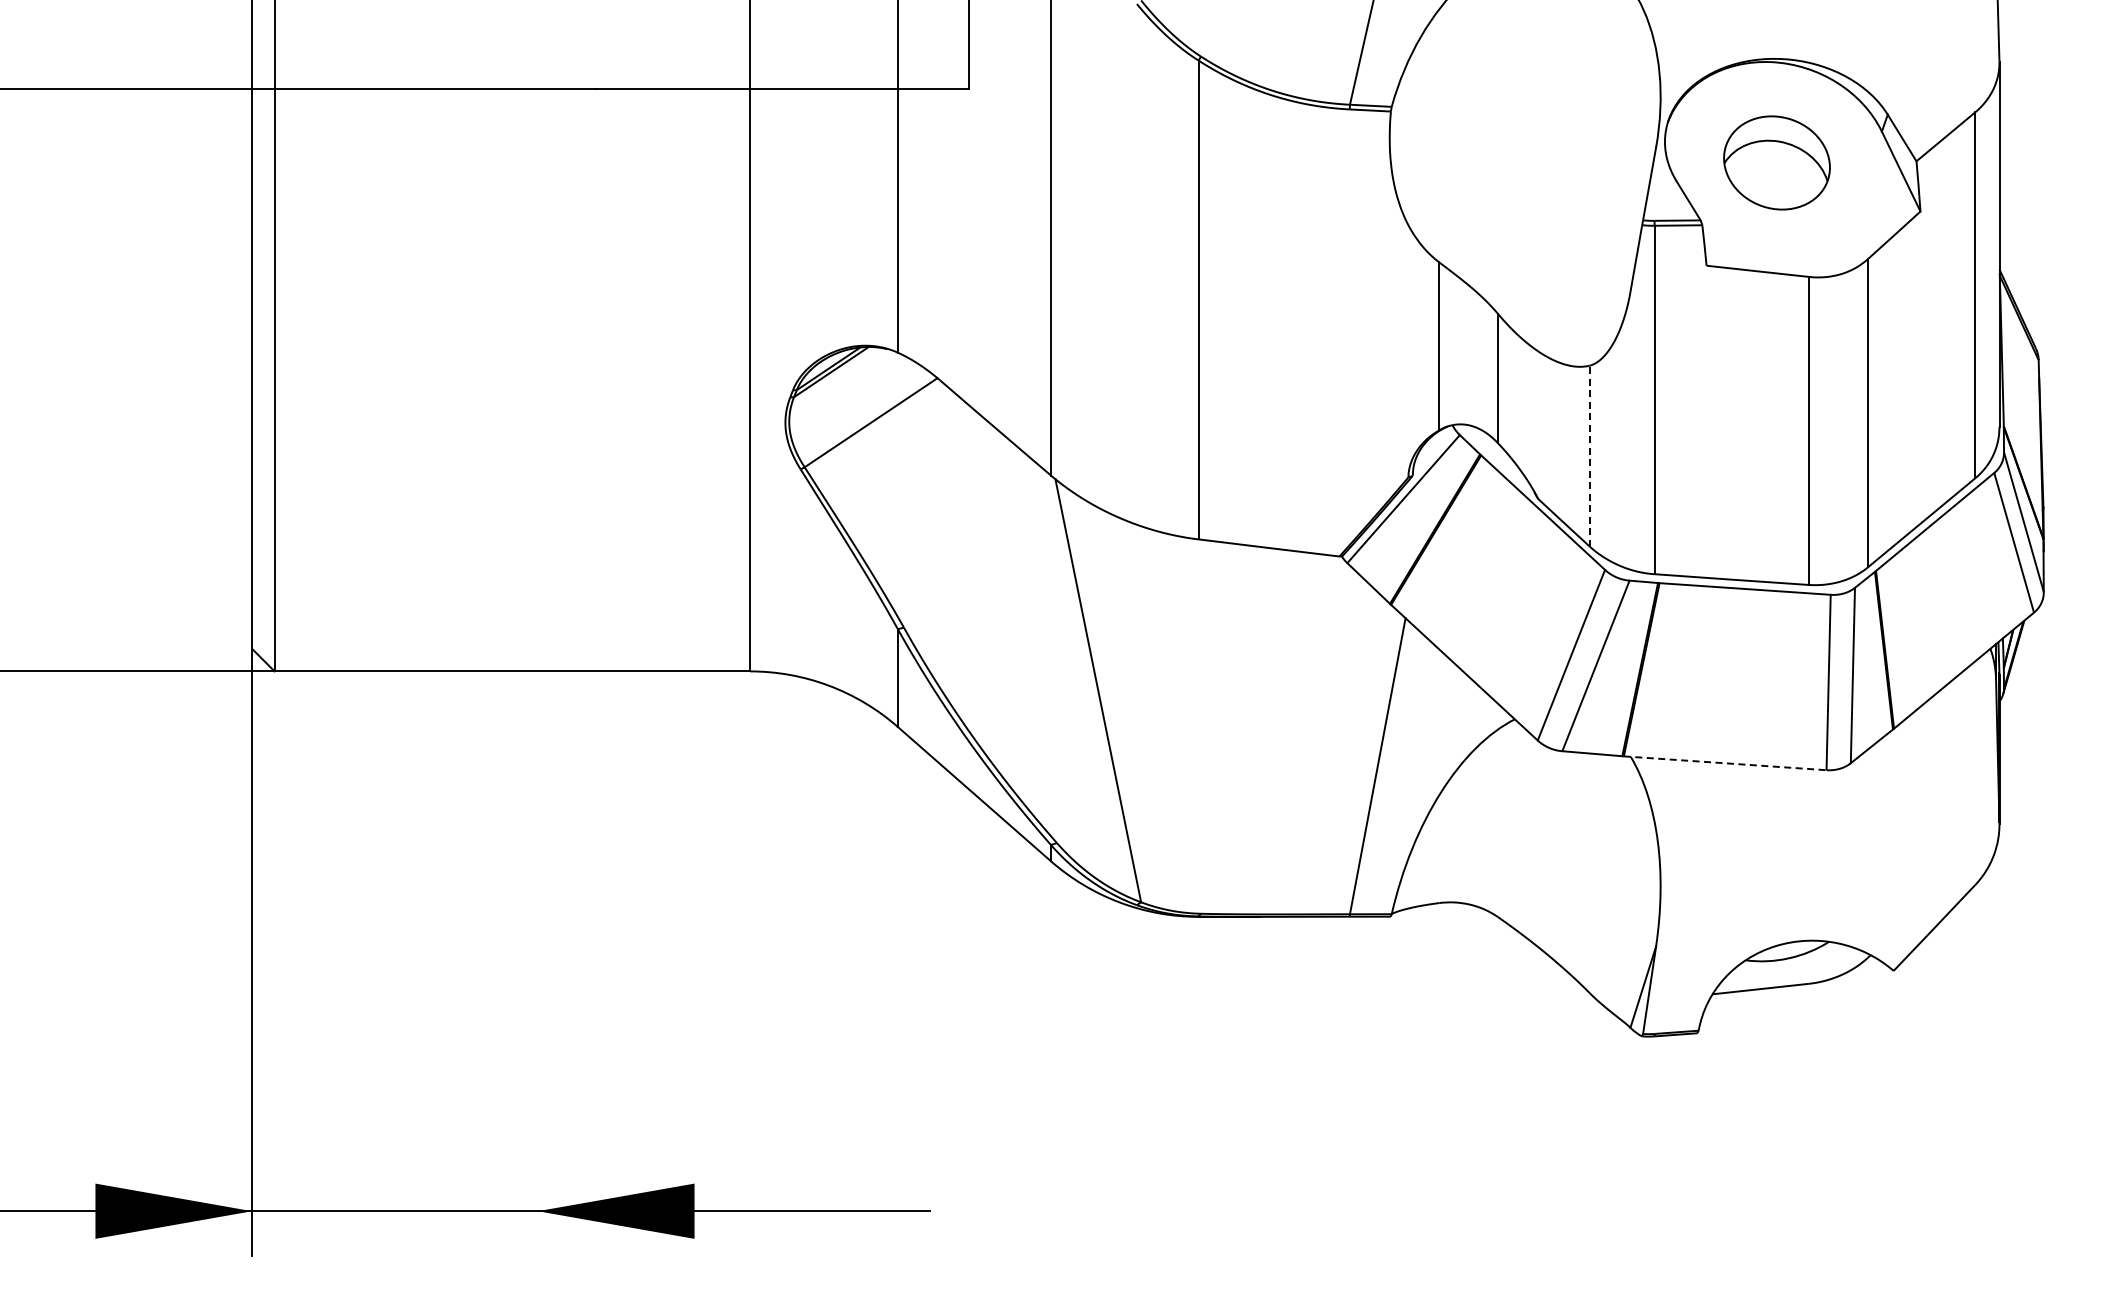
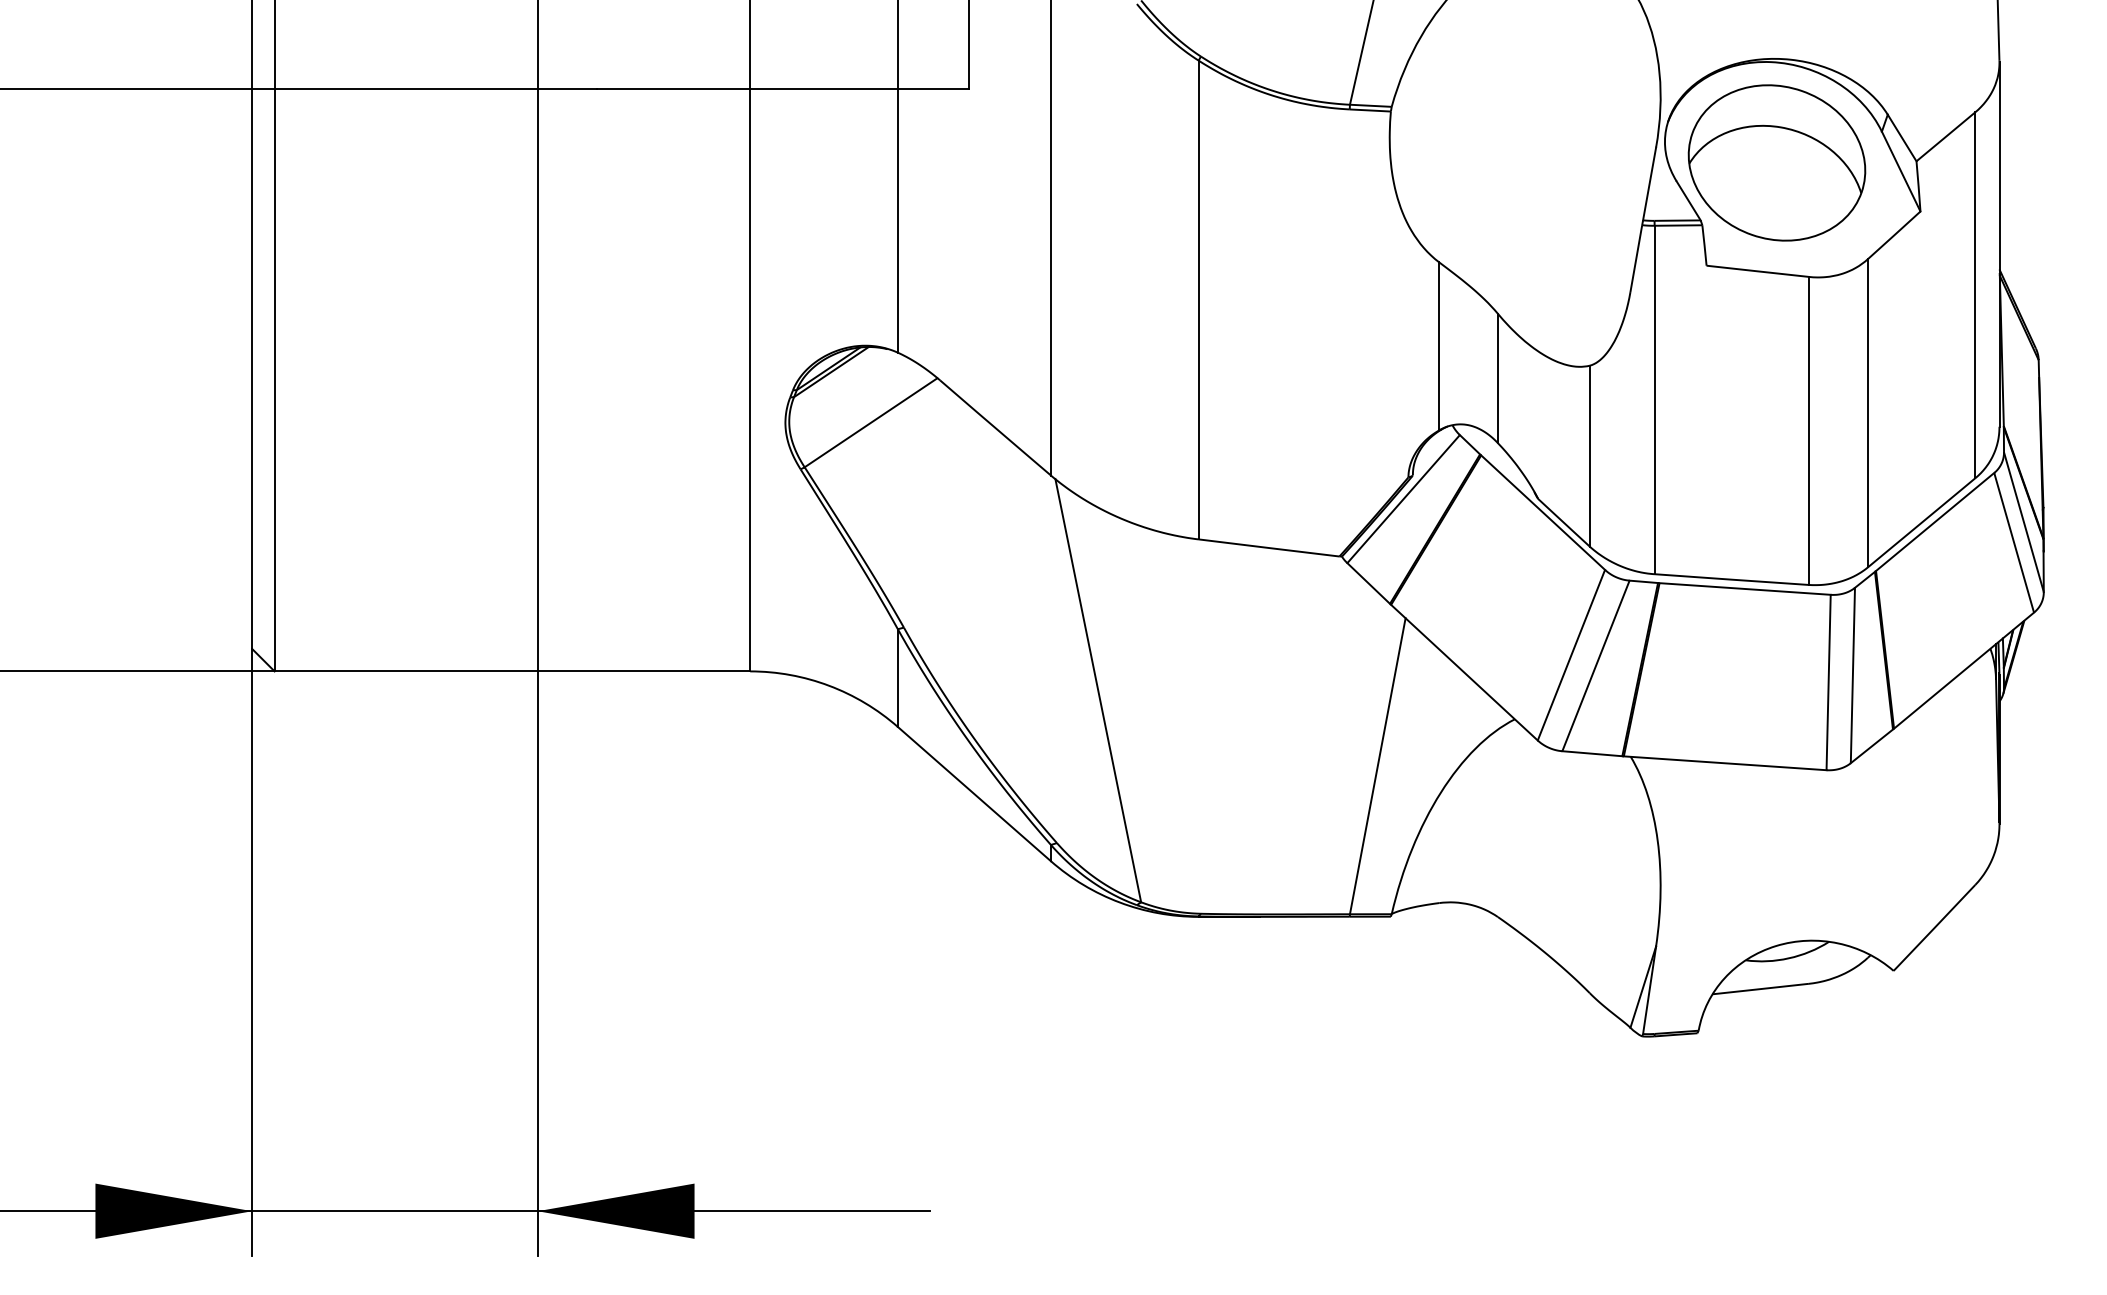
part at (1776, 162) size: 108x96 px -> 180x158 px
line at (1589, 455): dashed -> solid
line at (537, 629): none -> present
line at (1725, 763): dashed -> solid
